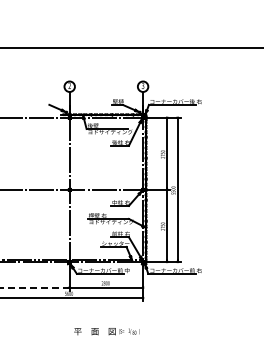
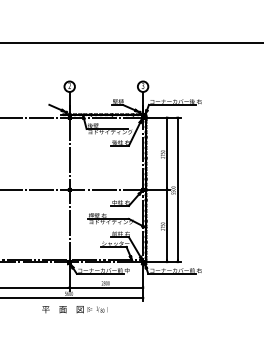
line at (131, 47) position: (131, 47) -> (131, 42)
line at (35, 287): dashed -> solid
text at (106, 331) position: (106, 331) -> (74, 309)
